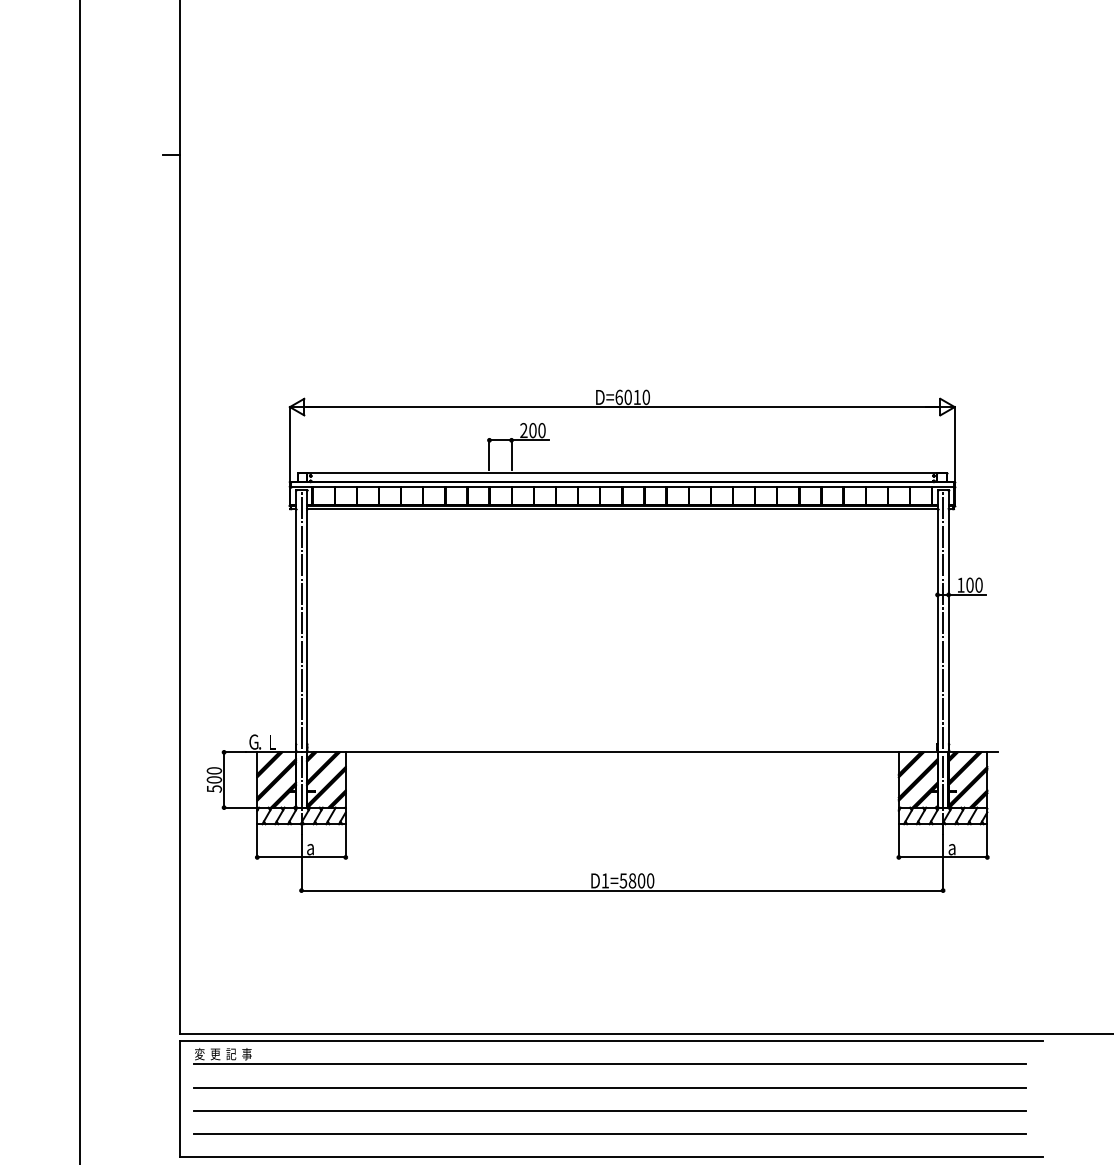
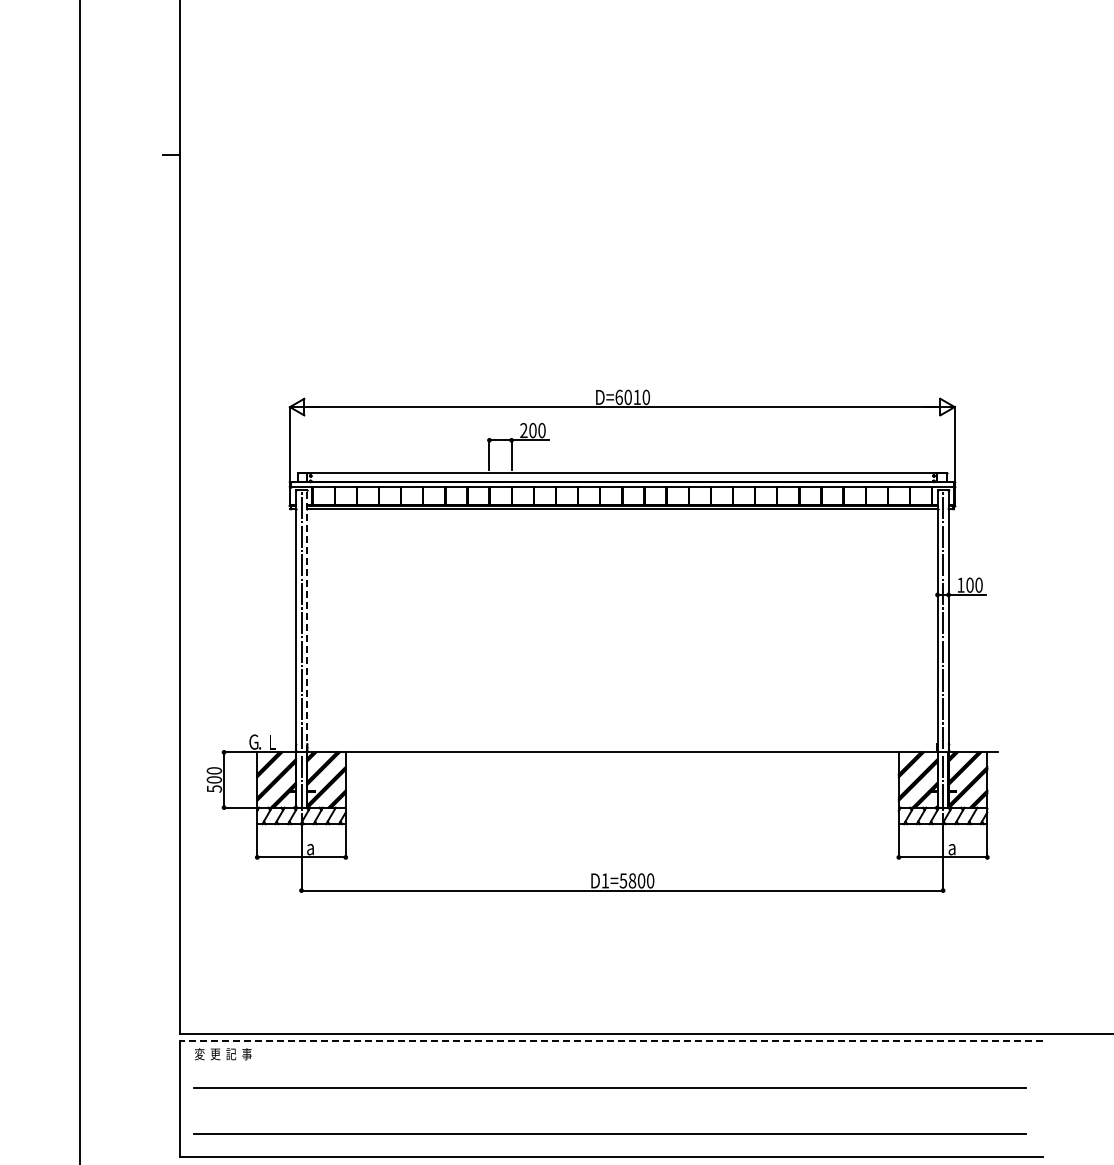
line at (307, 620): solid -> dashed
line at (610, 1041): solid -> dashed
line at (610, 1064): present -> none
line at (610, 1110): present -> none
